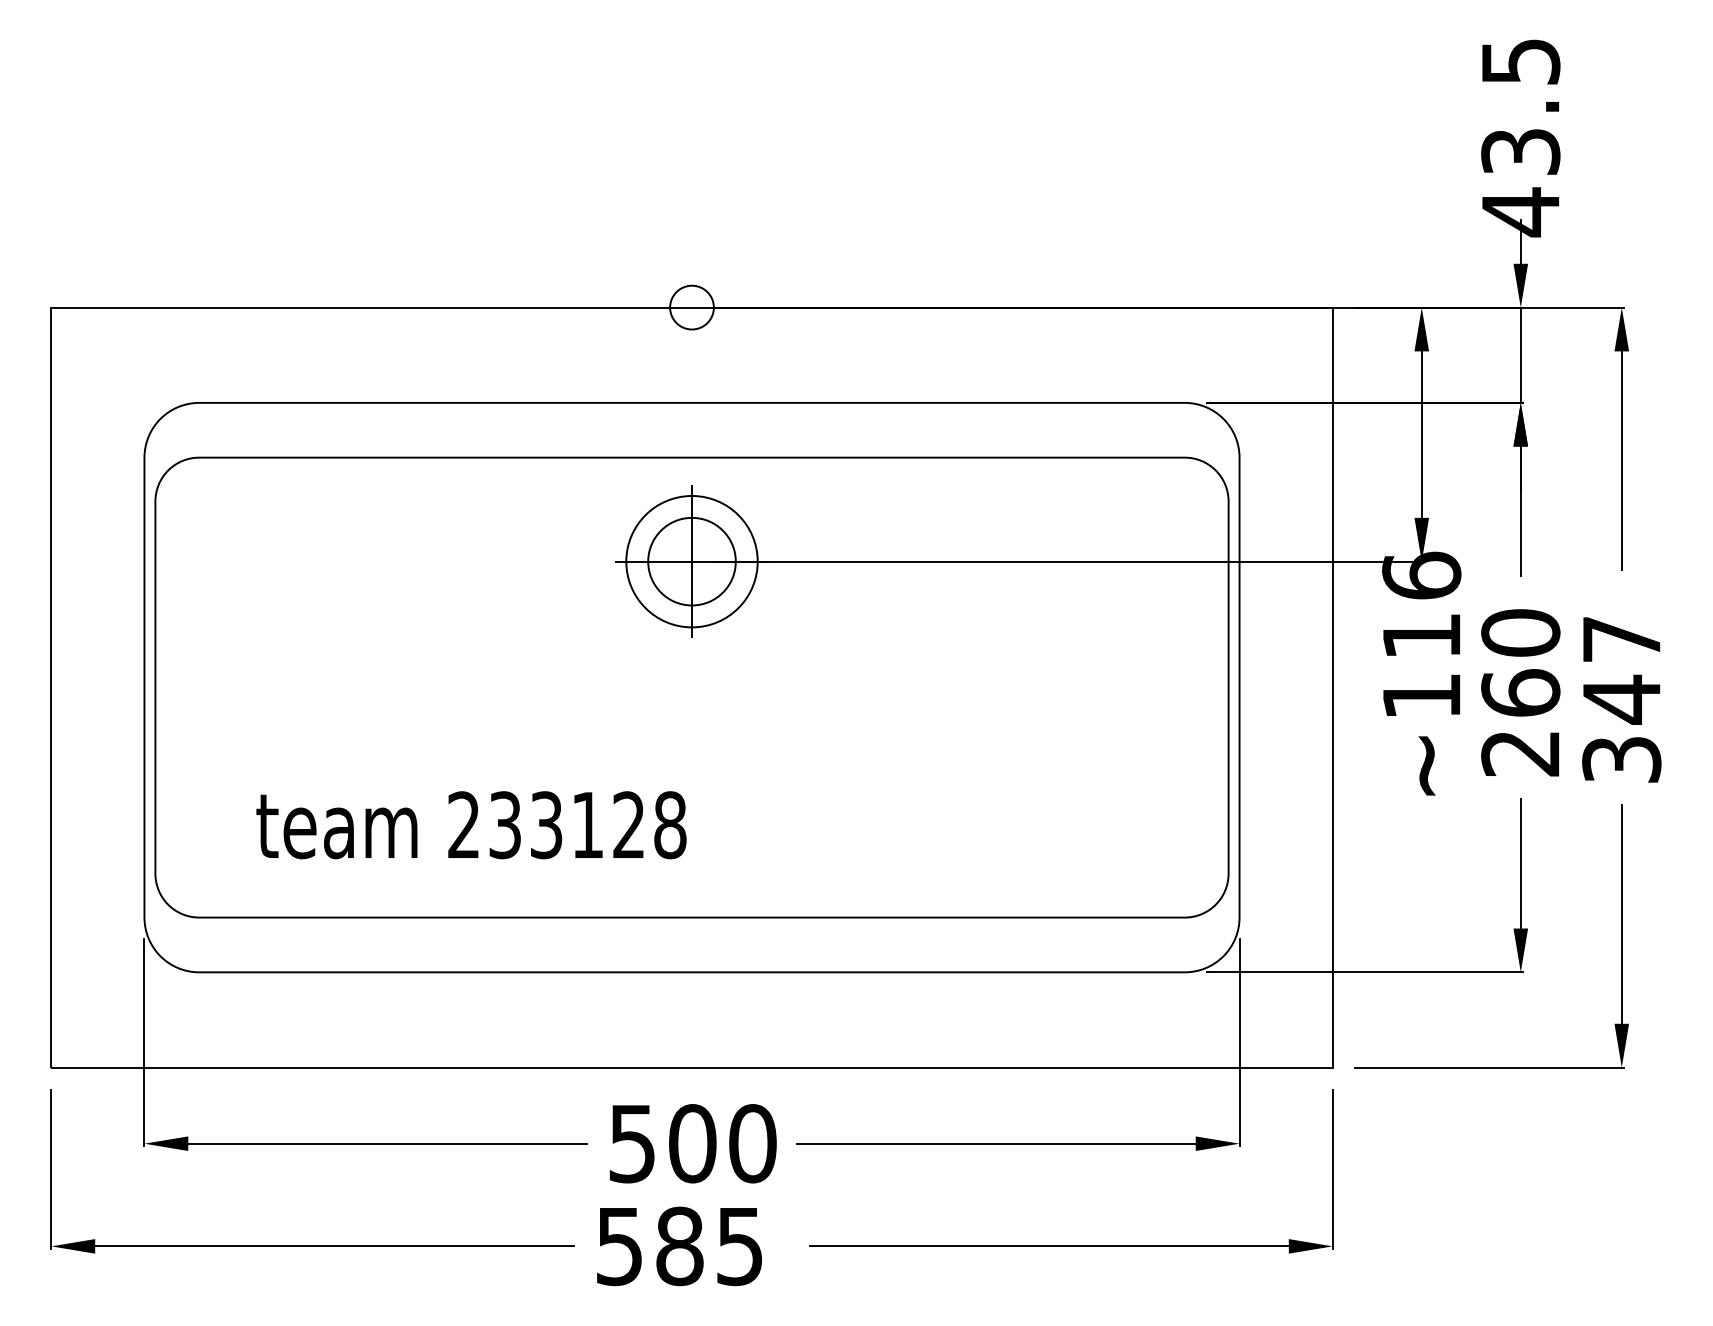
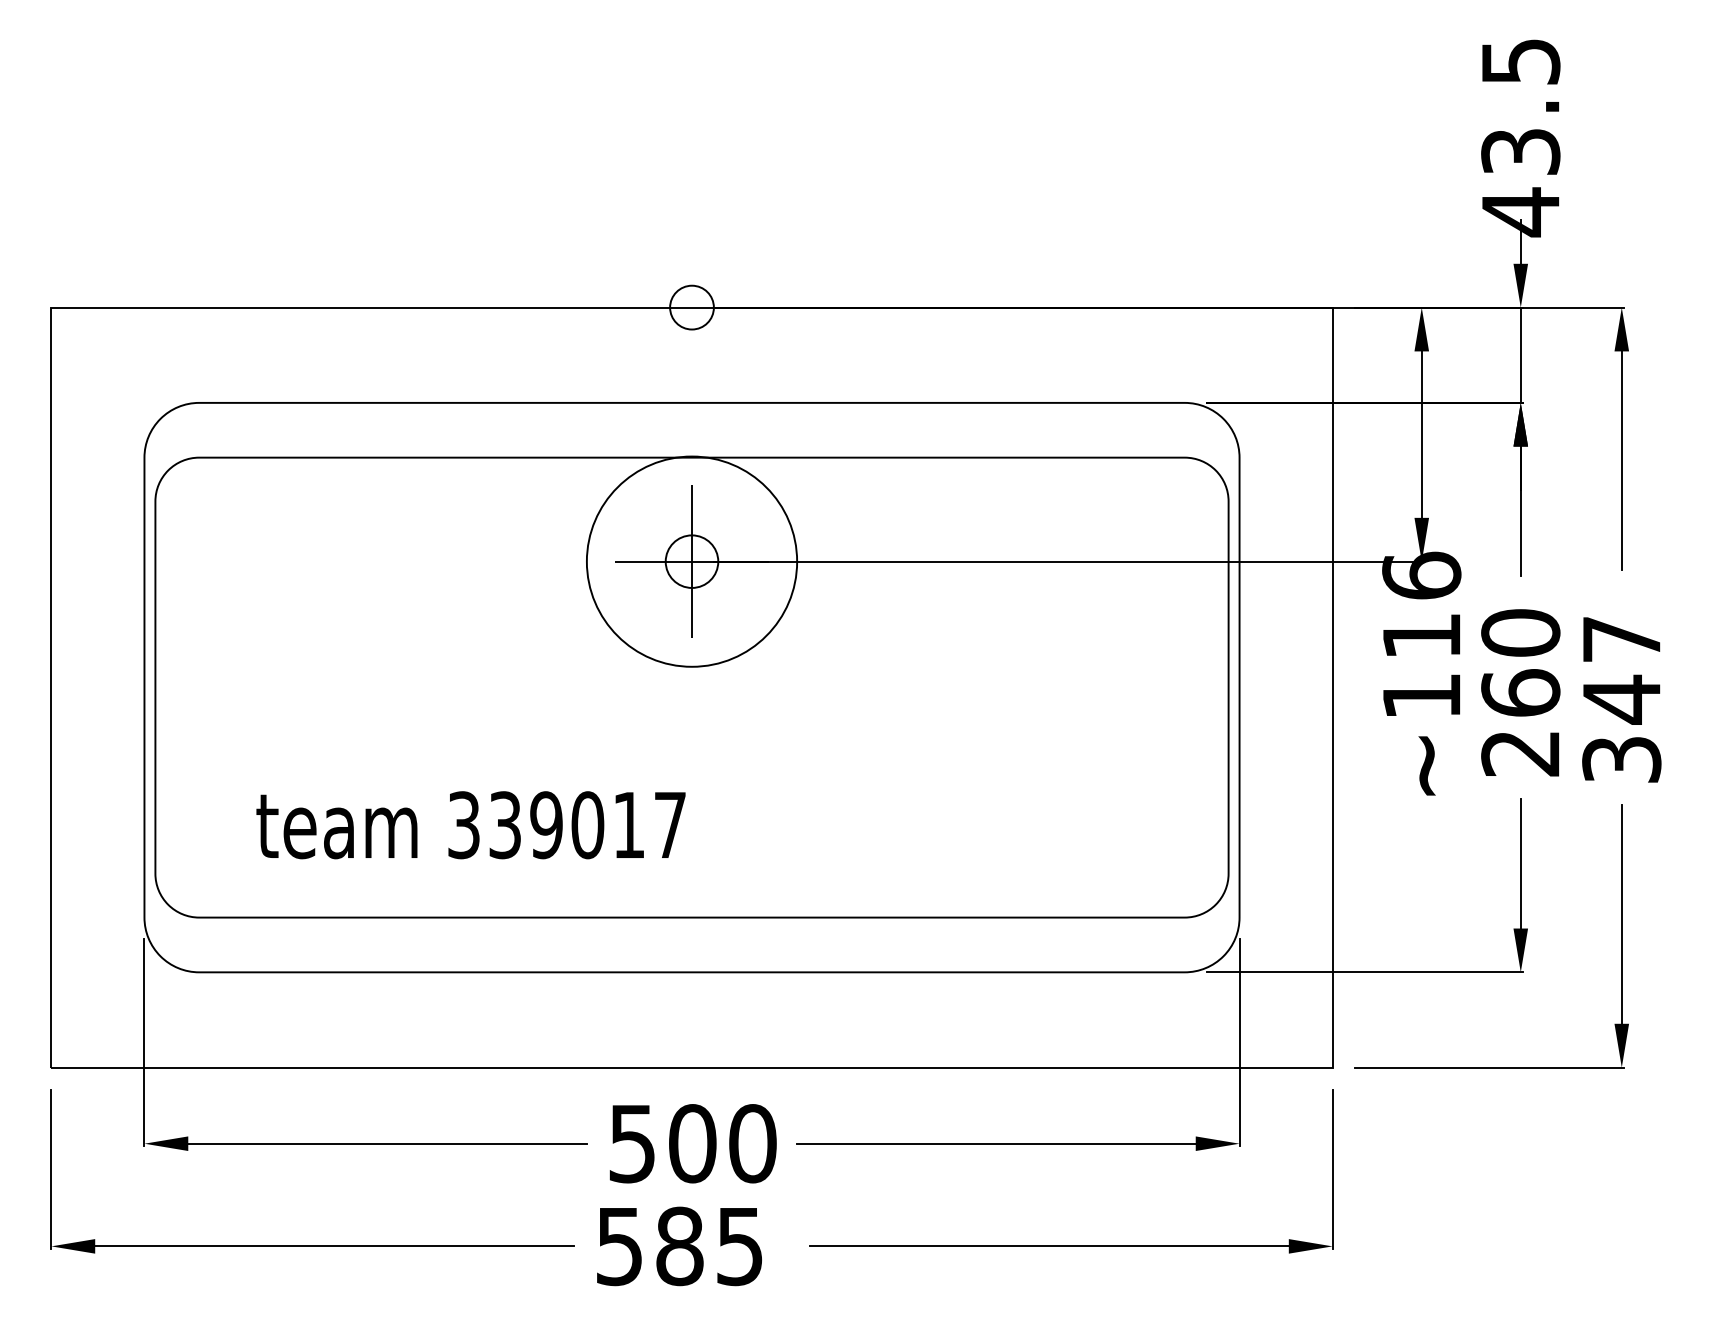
circle at (691, 561) diameter: 131 px -> 210 px
circle at (691, 561) diameter: 88 px -> 53 px
text at (567, 825): 233128 -> 339017
